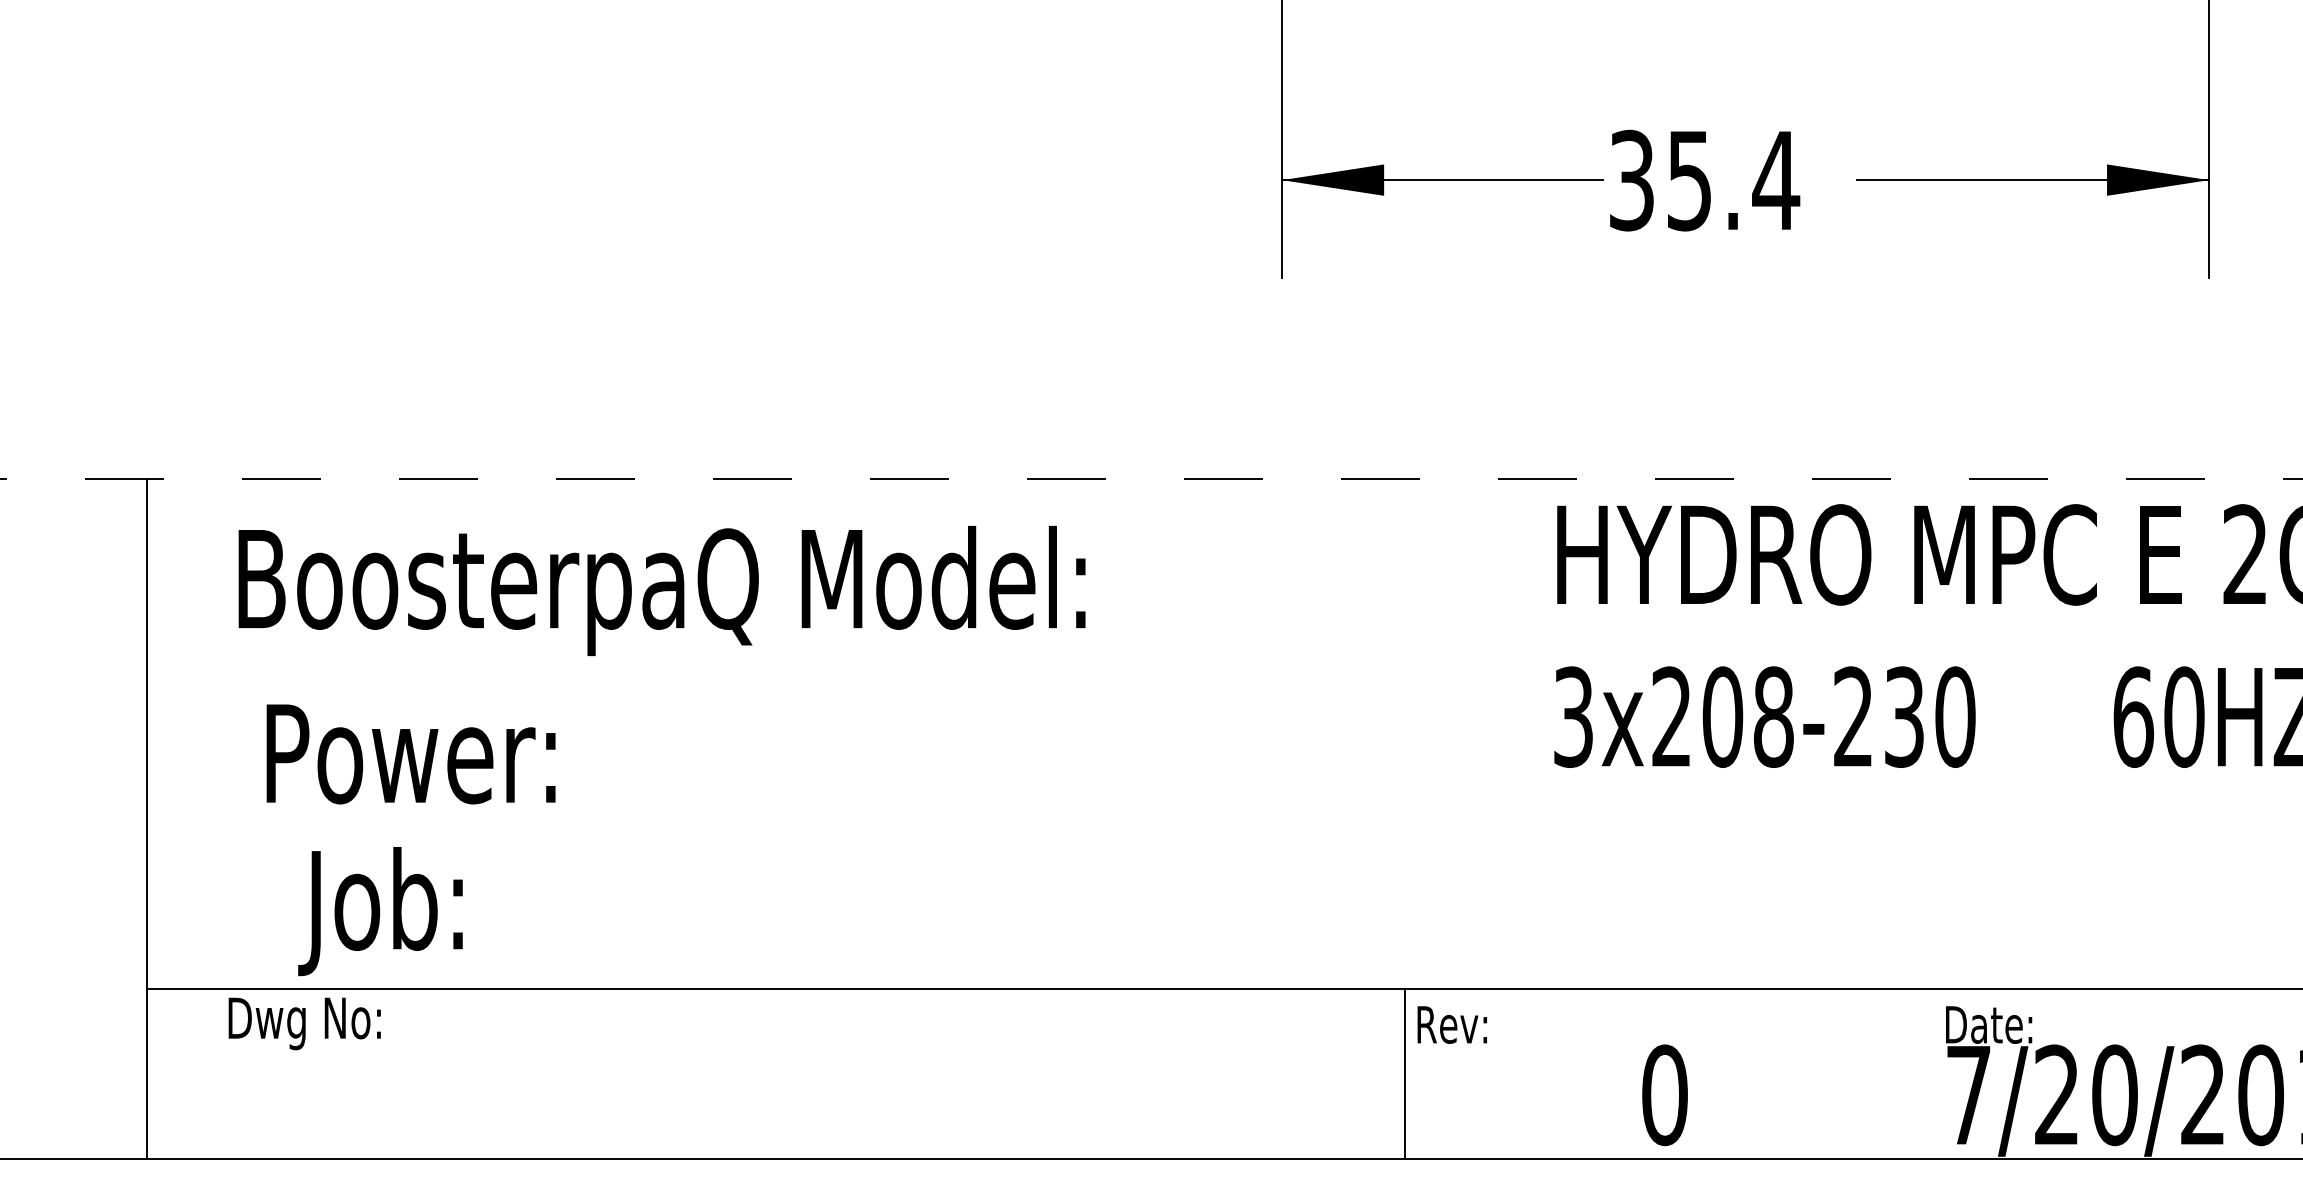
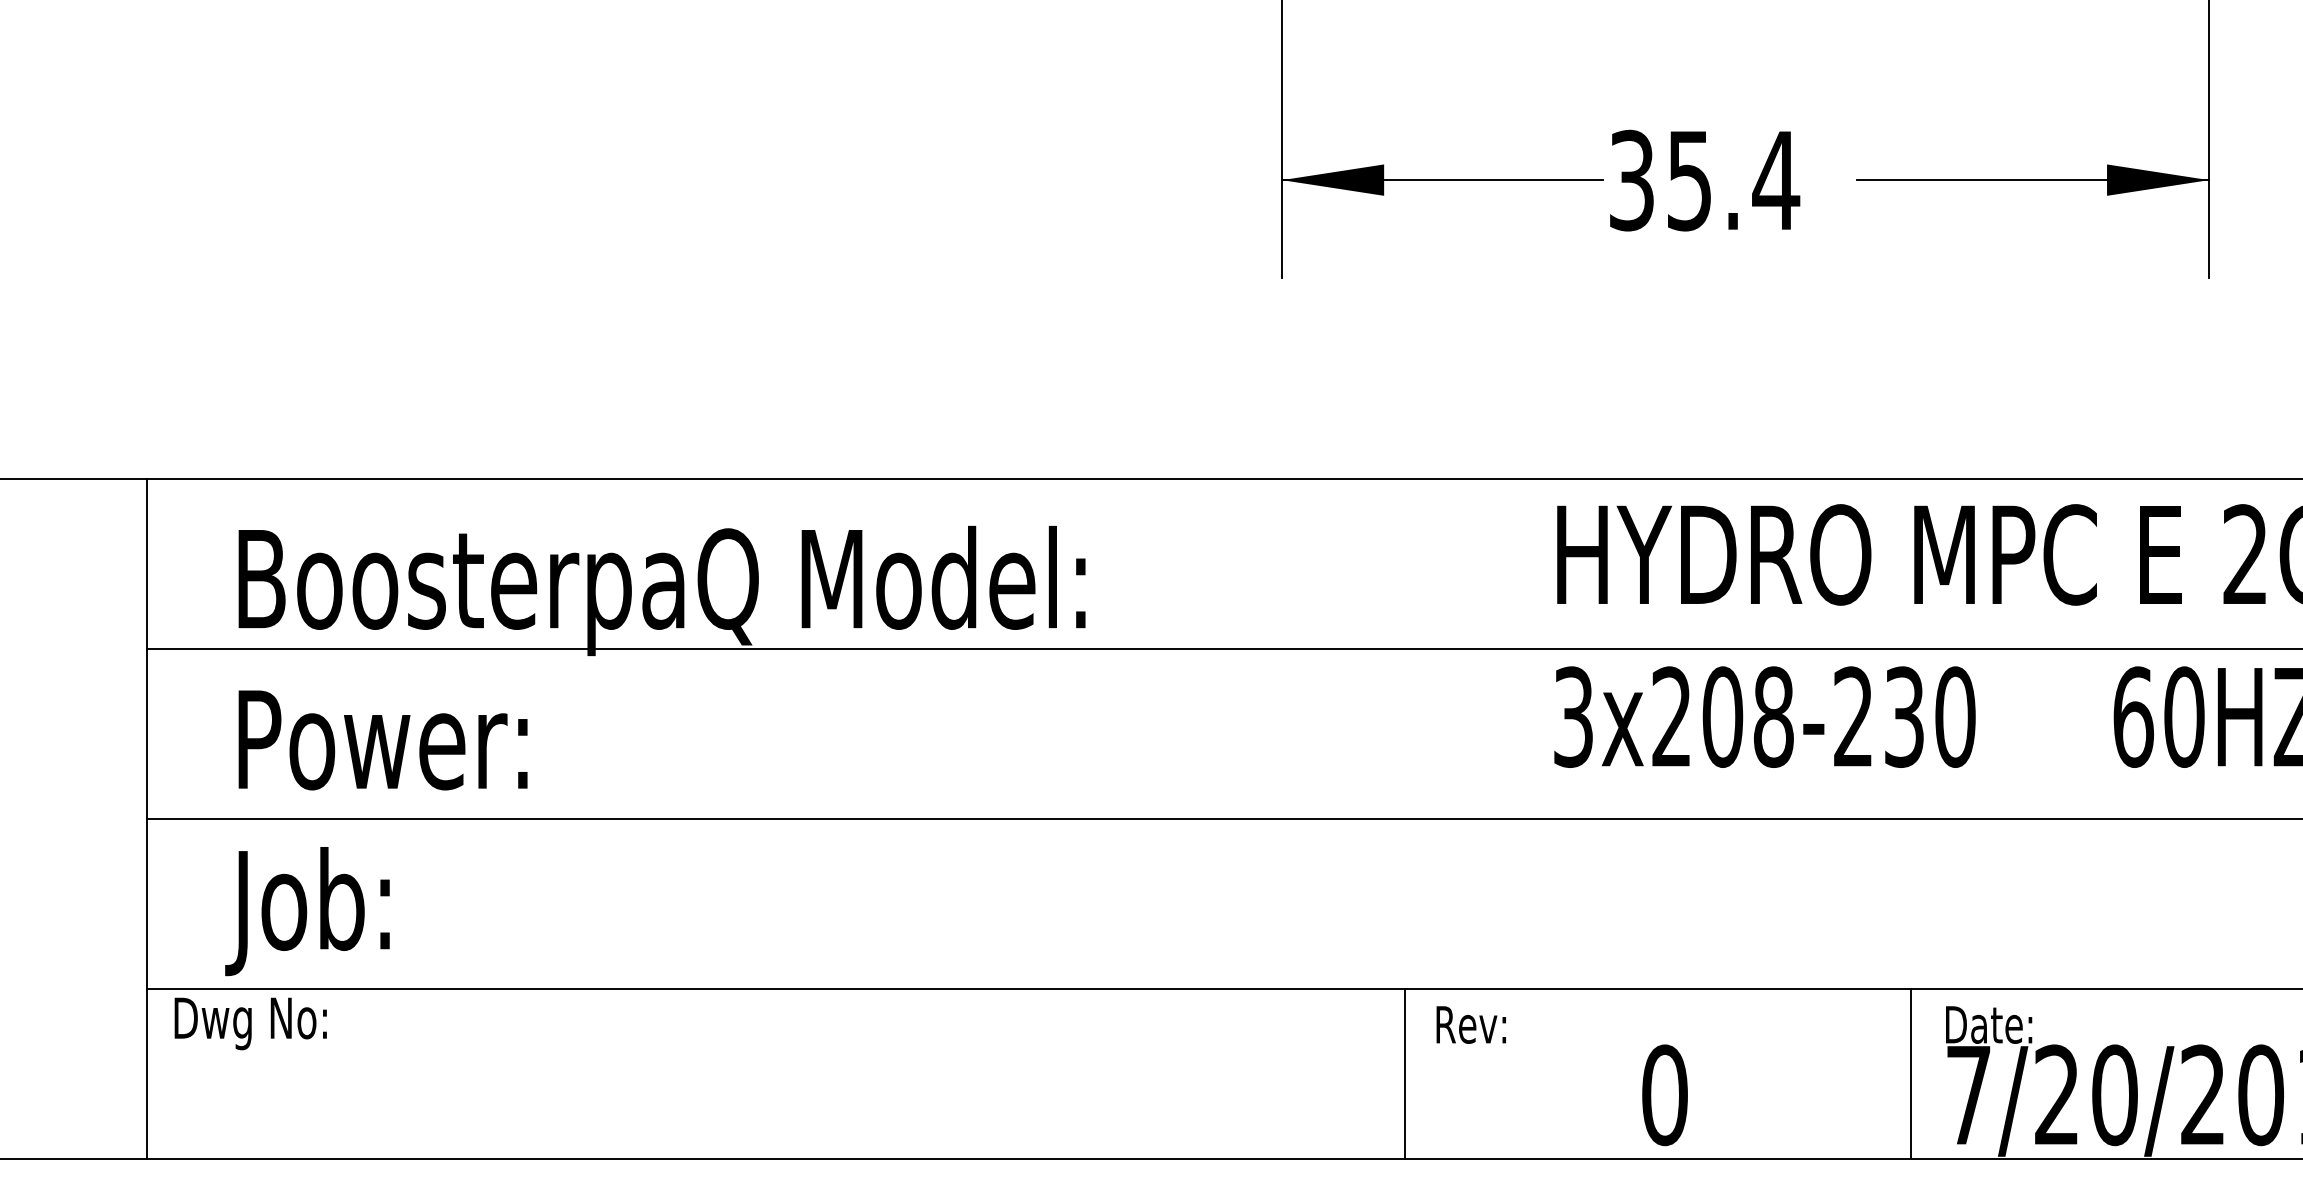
line at (1151, 479): dashed -> solid
line at (1223, 649): none -> present
text at (410, 754) position: (410, 754) -> (382, 740)
line at (1223, 819): none -> present
text at (380, 911) position: (380, 911) -> (307, 911)
text at (304, 1023) position: (304, 1023) -> (250, 1023)
text at (1451, 1024) position: (1451, 1024) -> (1470, 1024)
line at (1911, 1073): none -> present
